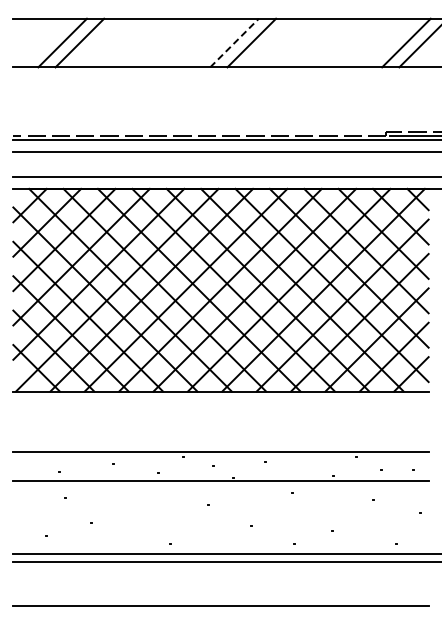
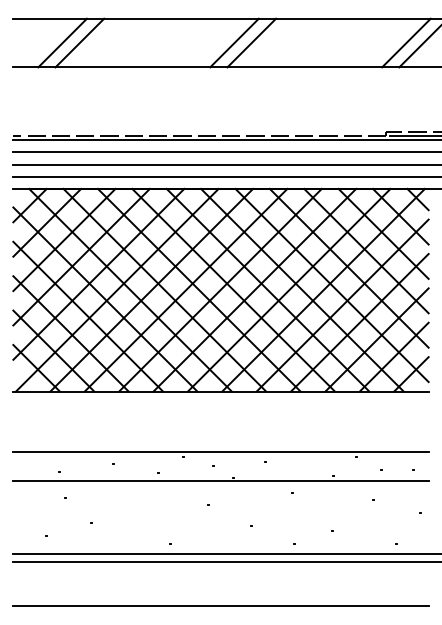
line at (234, 42): dashed -> solid
line at (225, 164): none -> present
